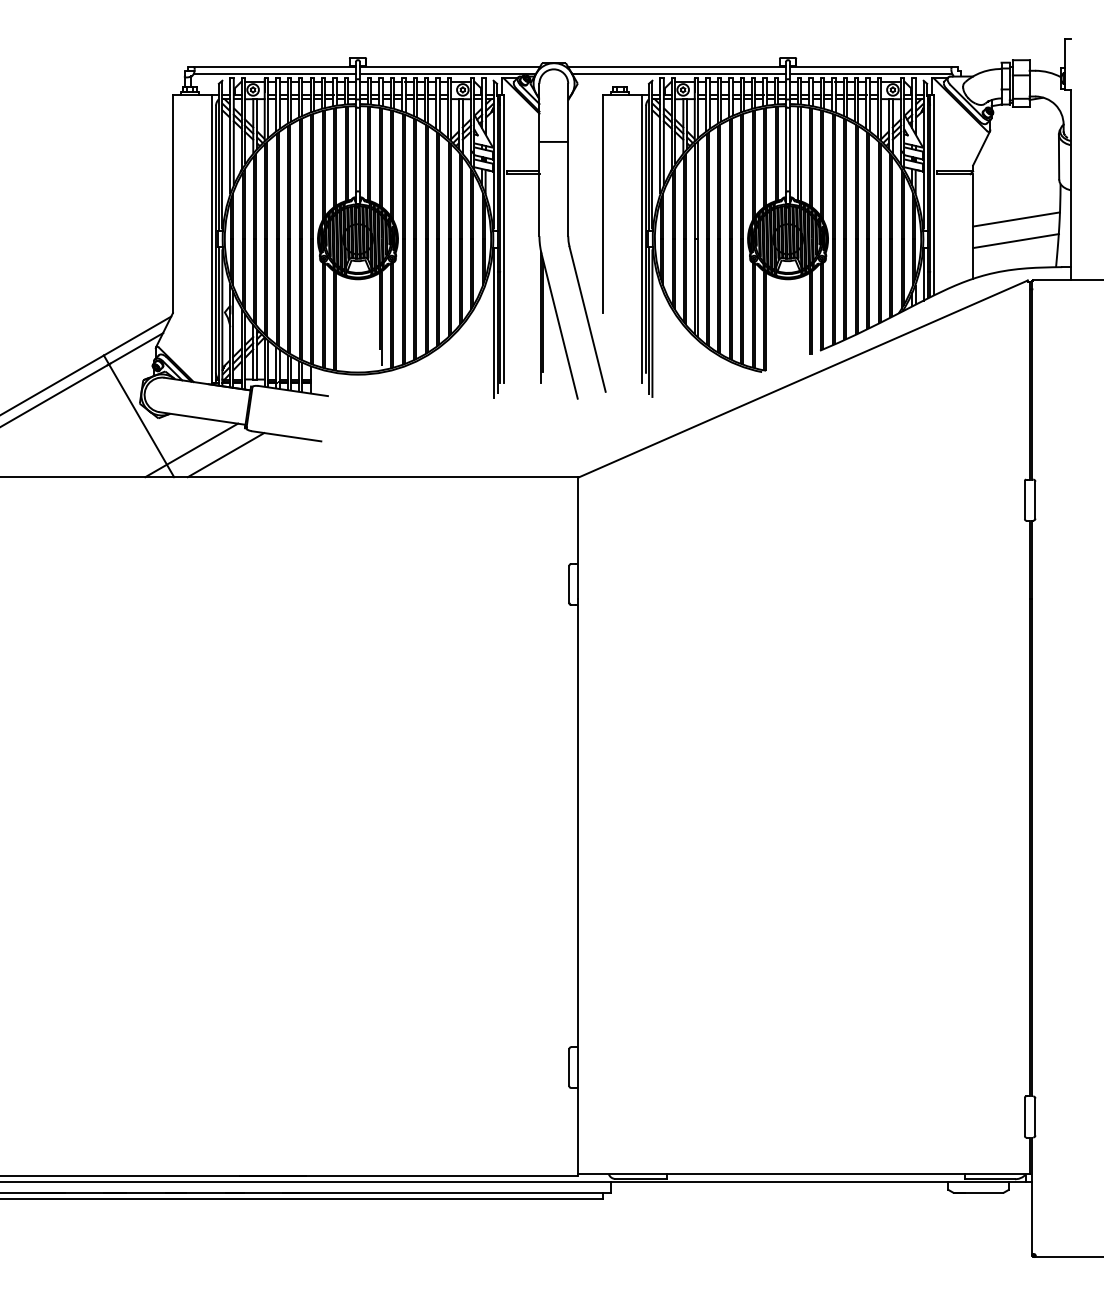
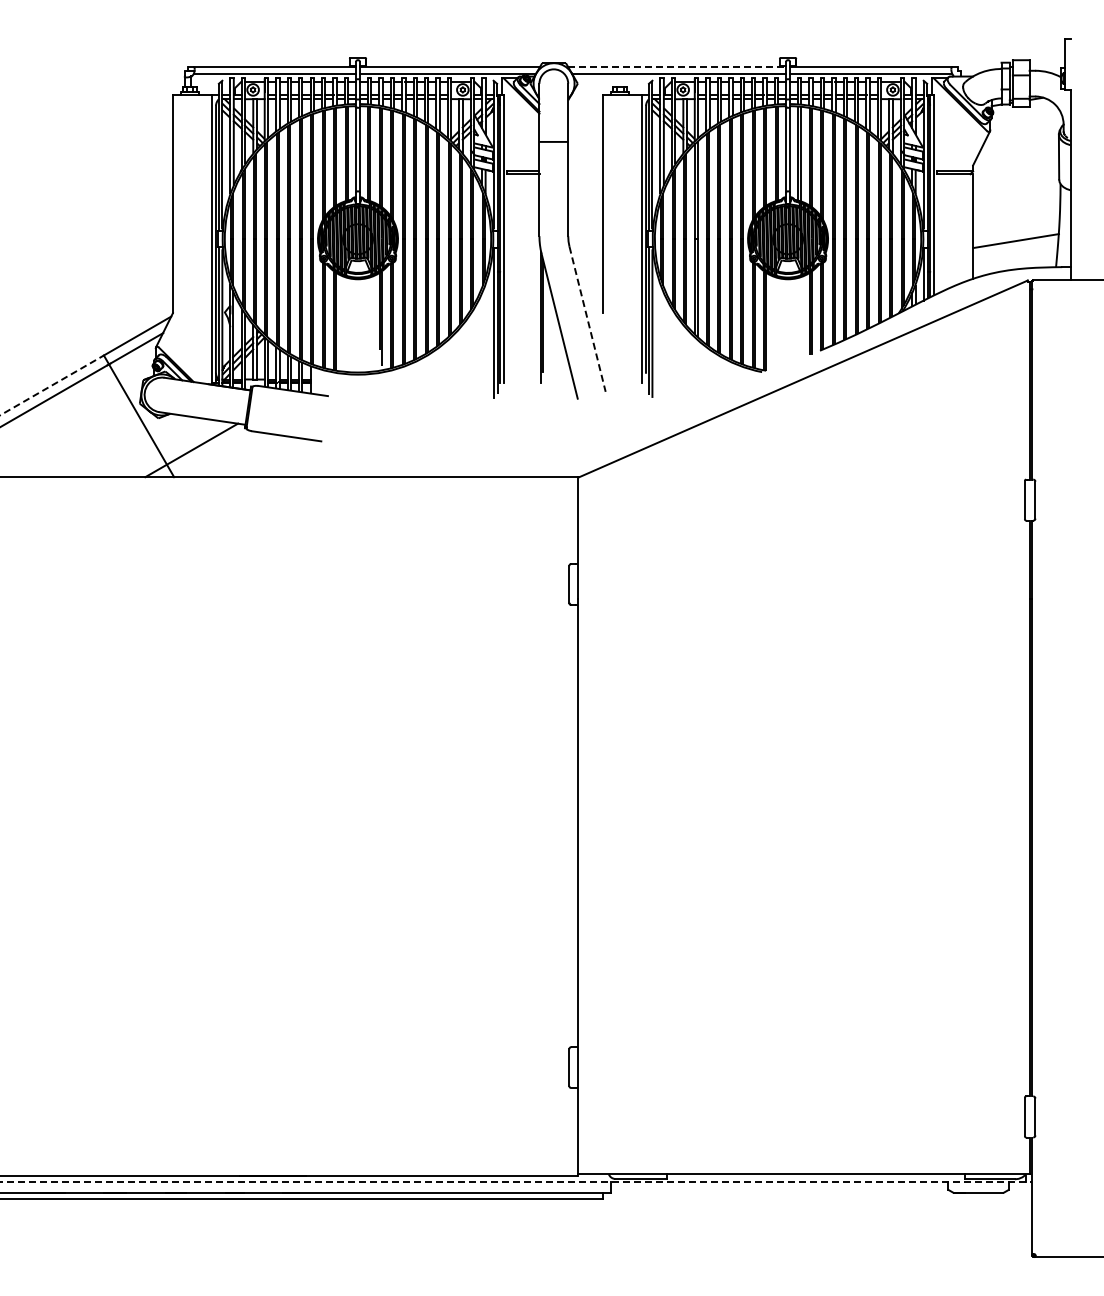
line at (677, 67): solid -> dashed
line at (1016, 219): present -> none
line at (587, 319): solid -> dashed
line at (52, 385): solid -> dashed
line at (225, 455): present -> none
line at (516, 1182): solid -> dashed
